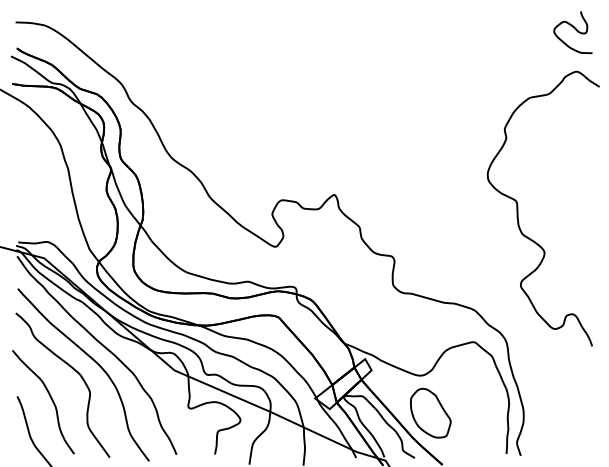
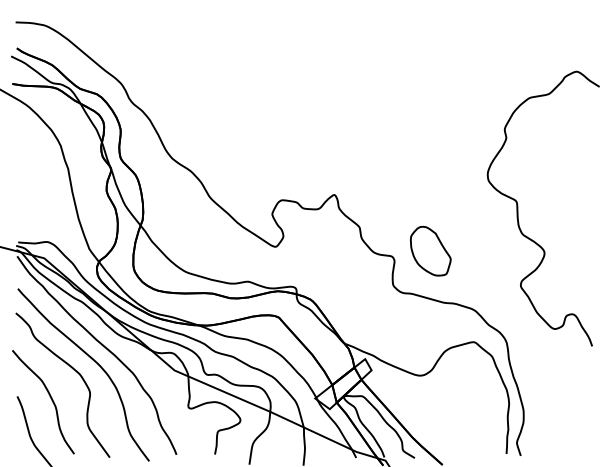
curve at (574, 29): present -> none
part at (430, 412) position: (430, 412) -> (430, 250)
